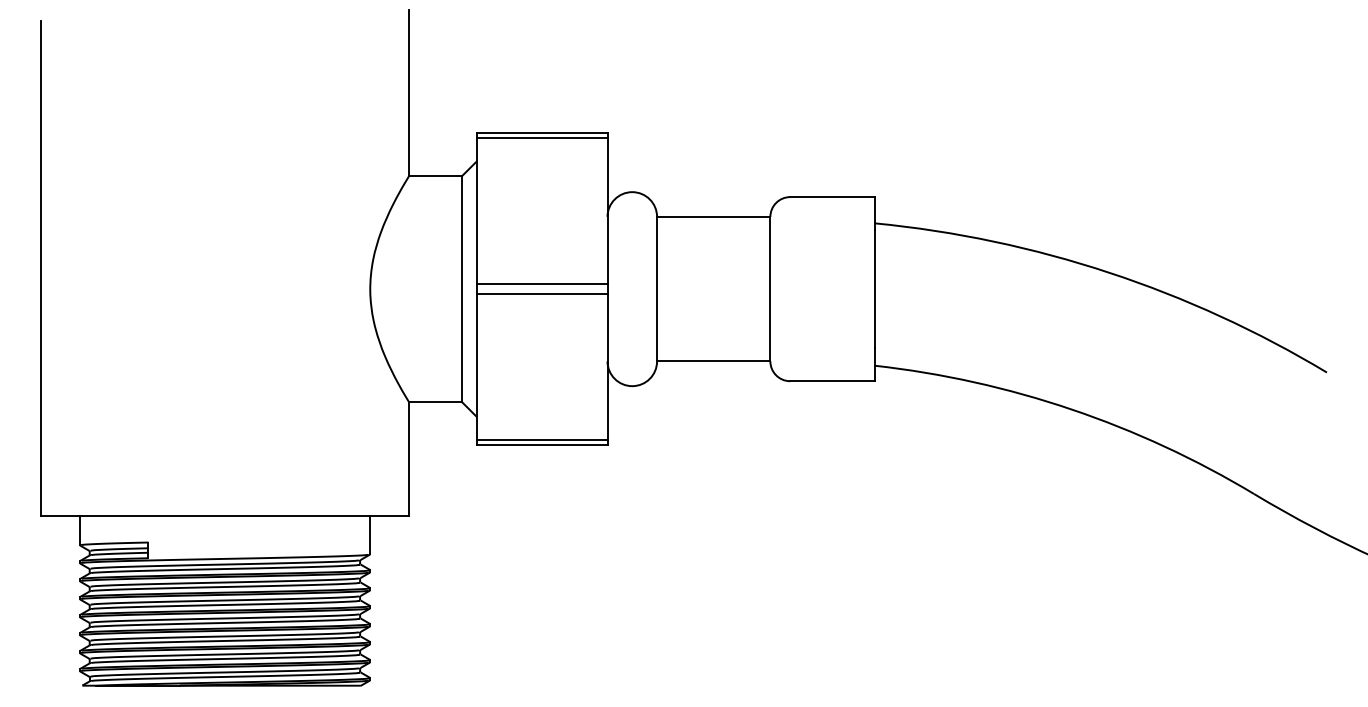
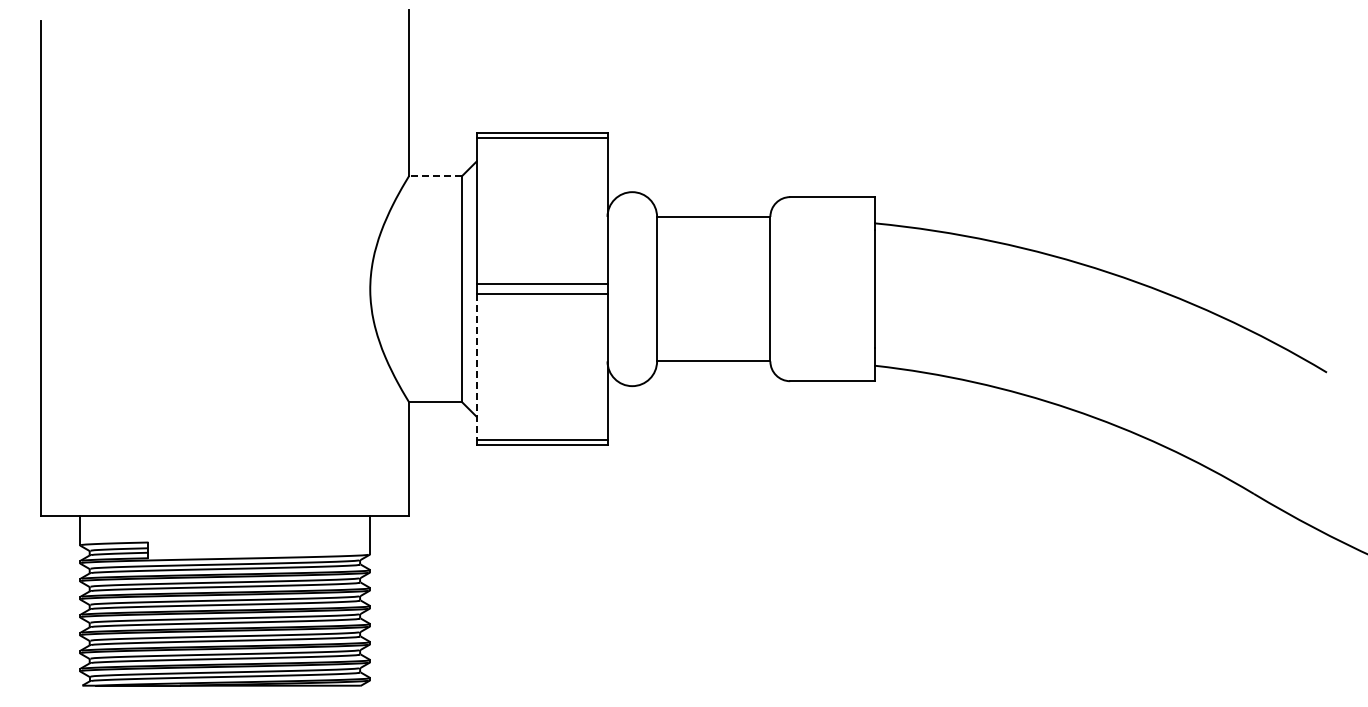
line at (435, 175): solid -> dashed
line at (476, 367): solid -> dashed
